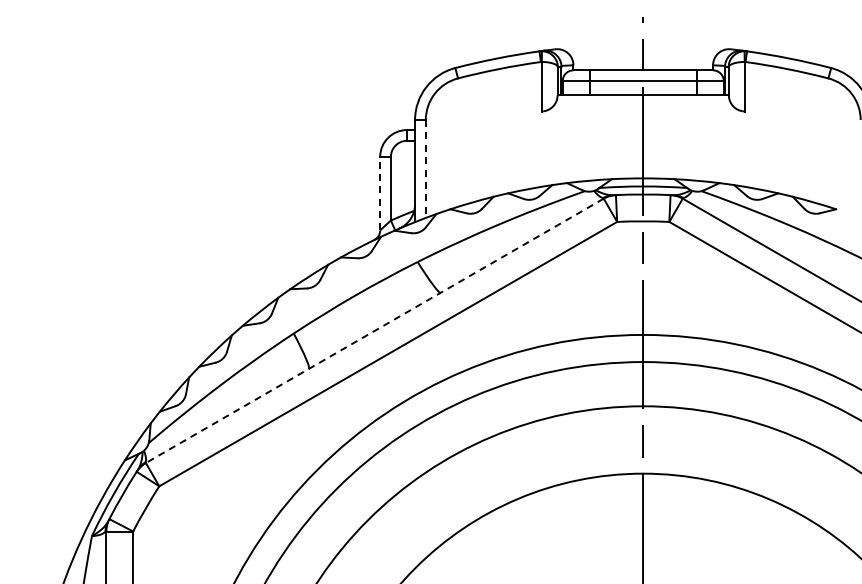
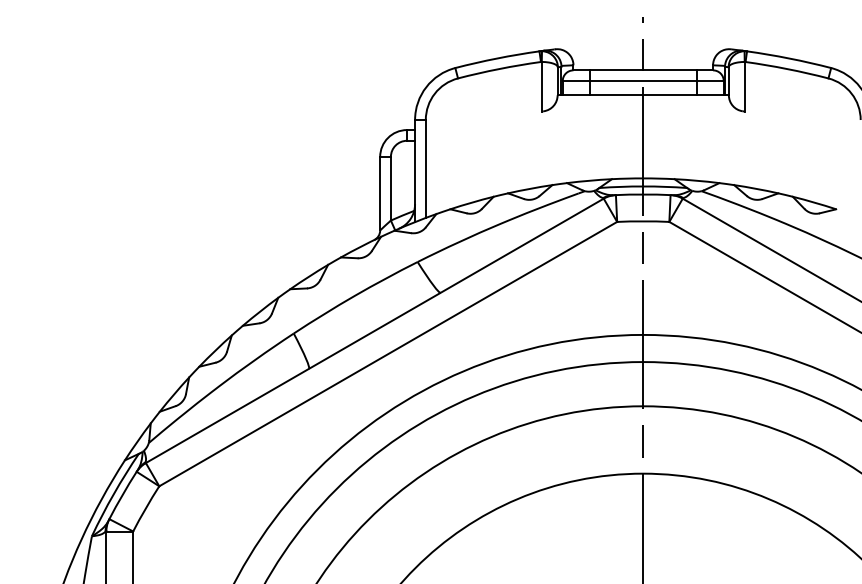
line at (425, 169): dashed -> solid
line at (380, 193): dashed -> solid
line at (374, 331): dashed -> solid
